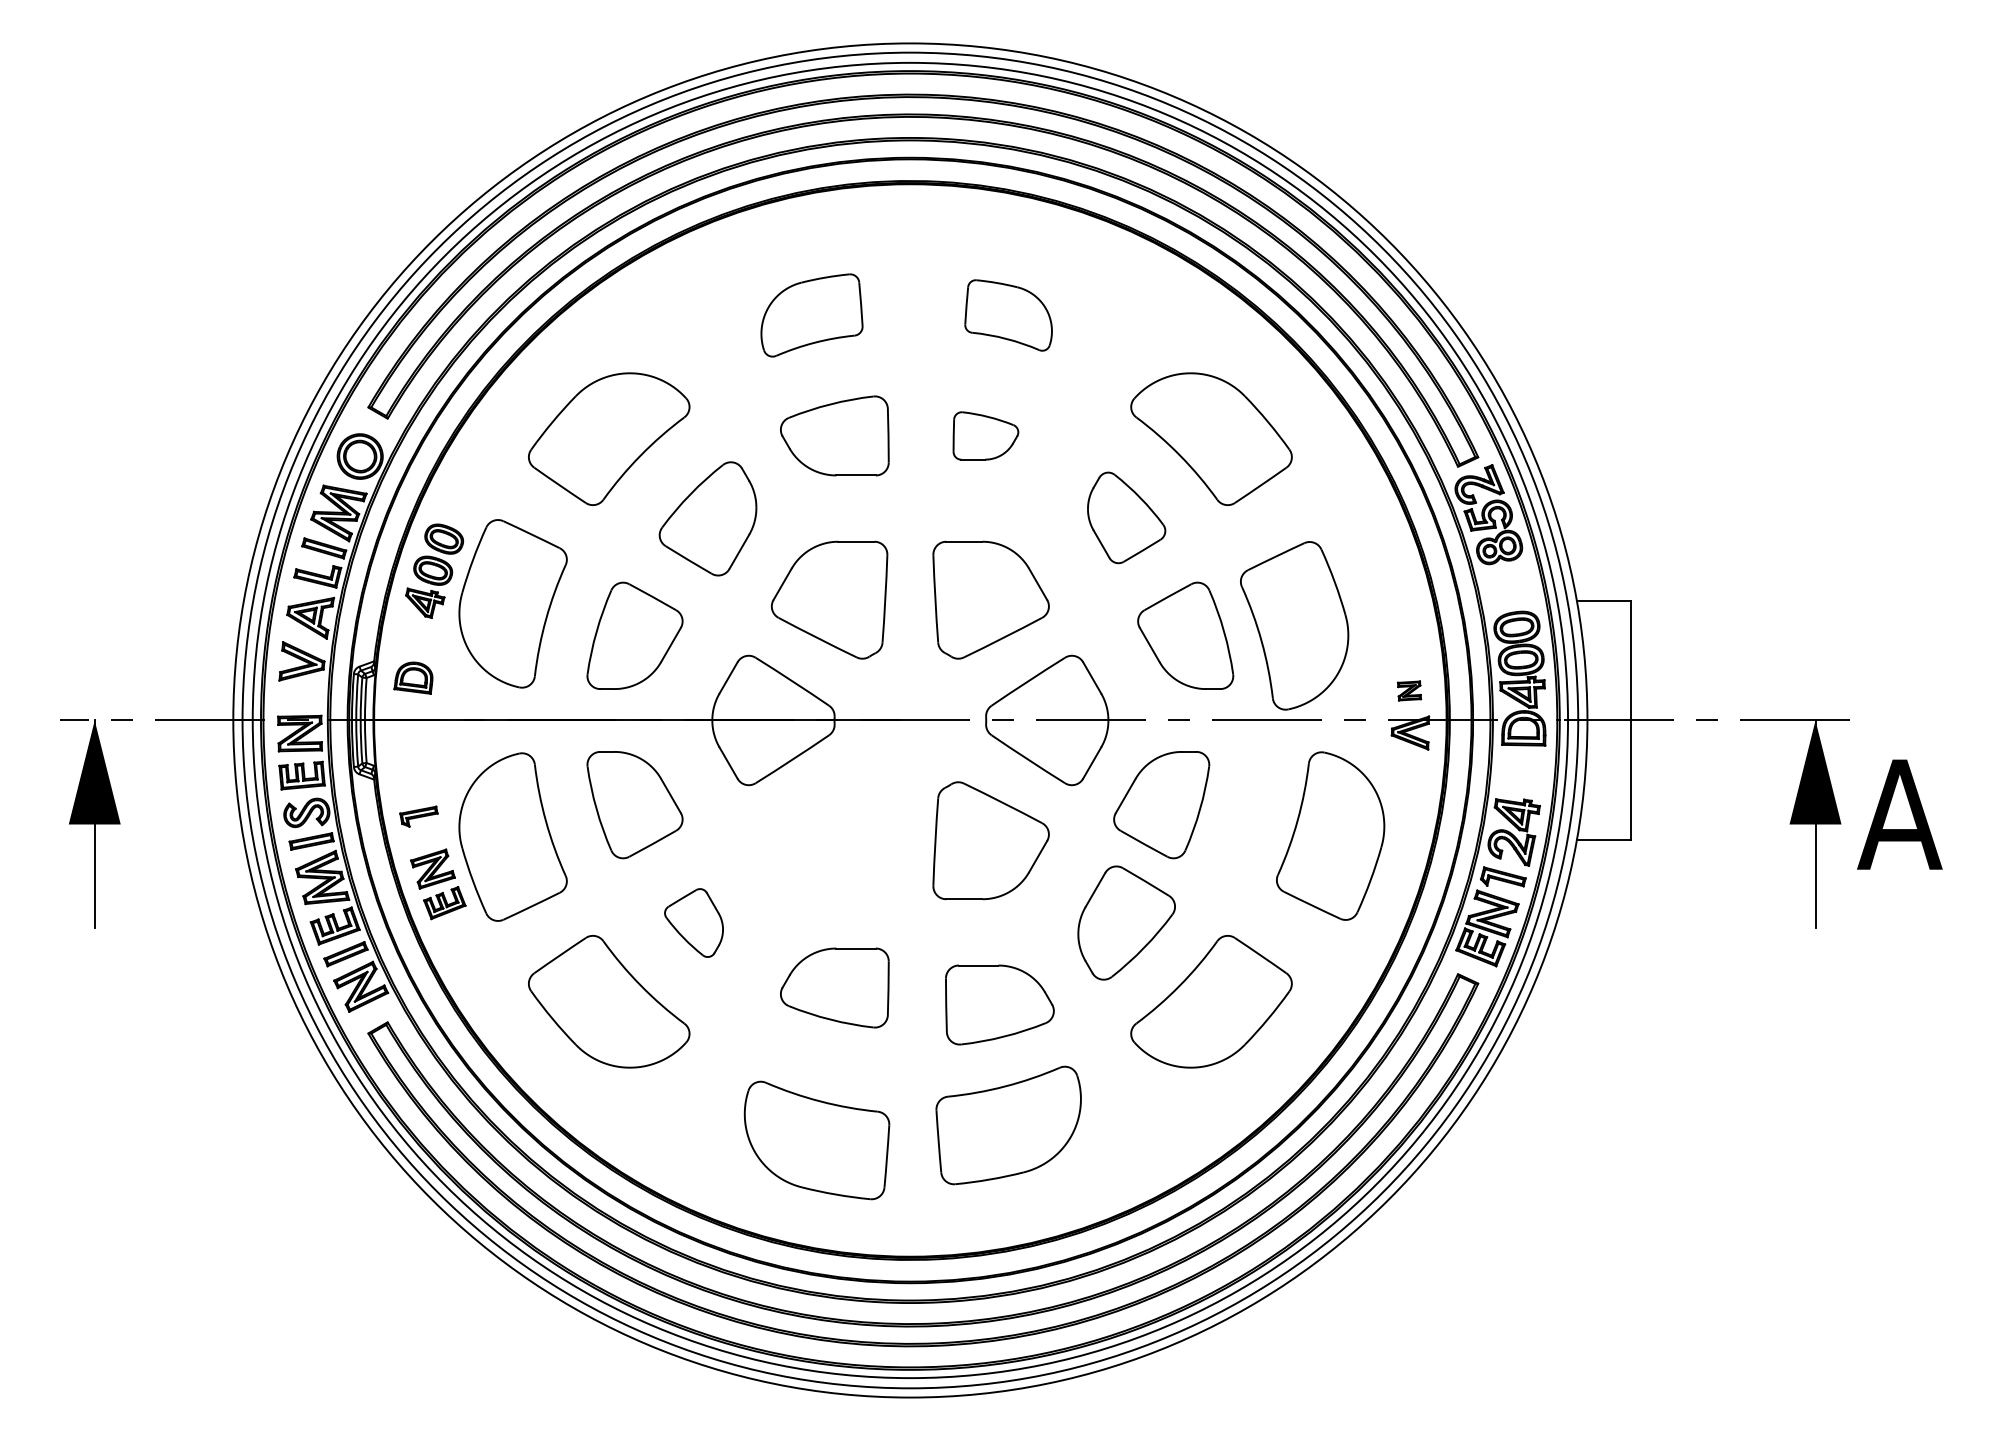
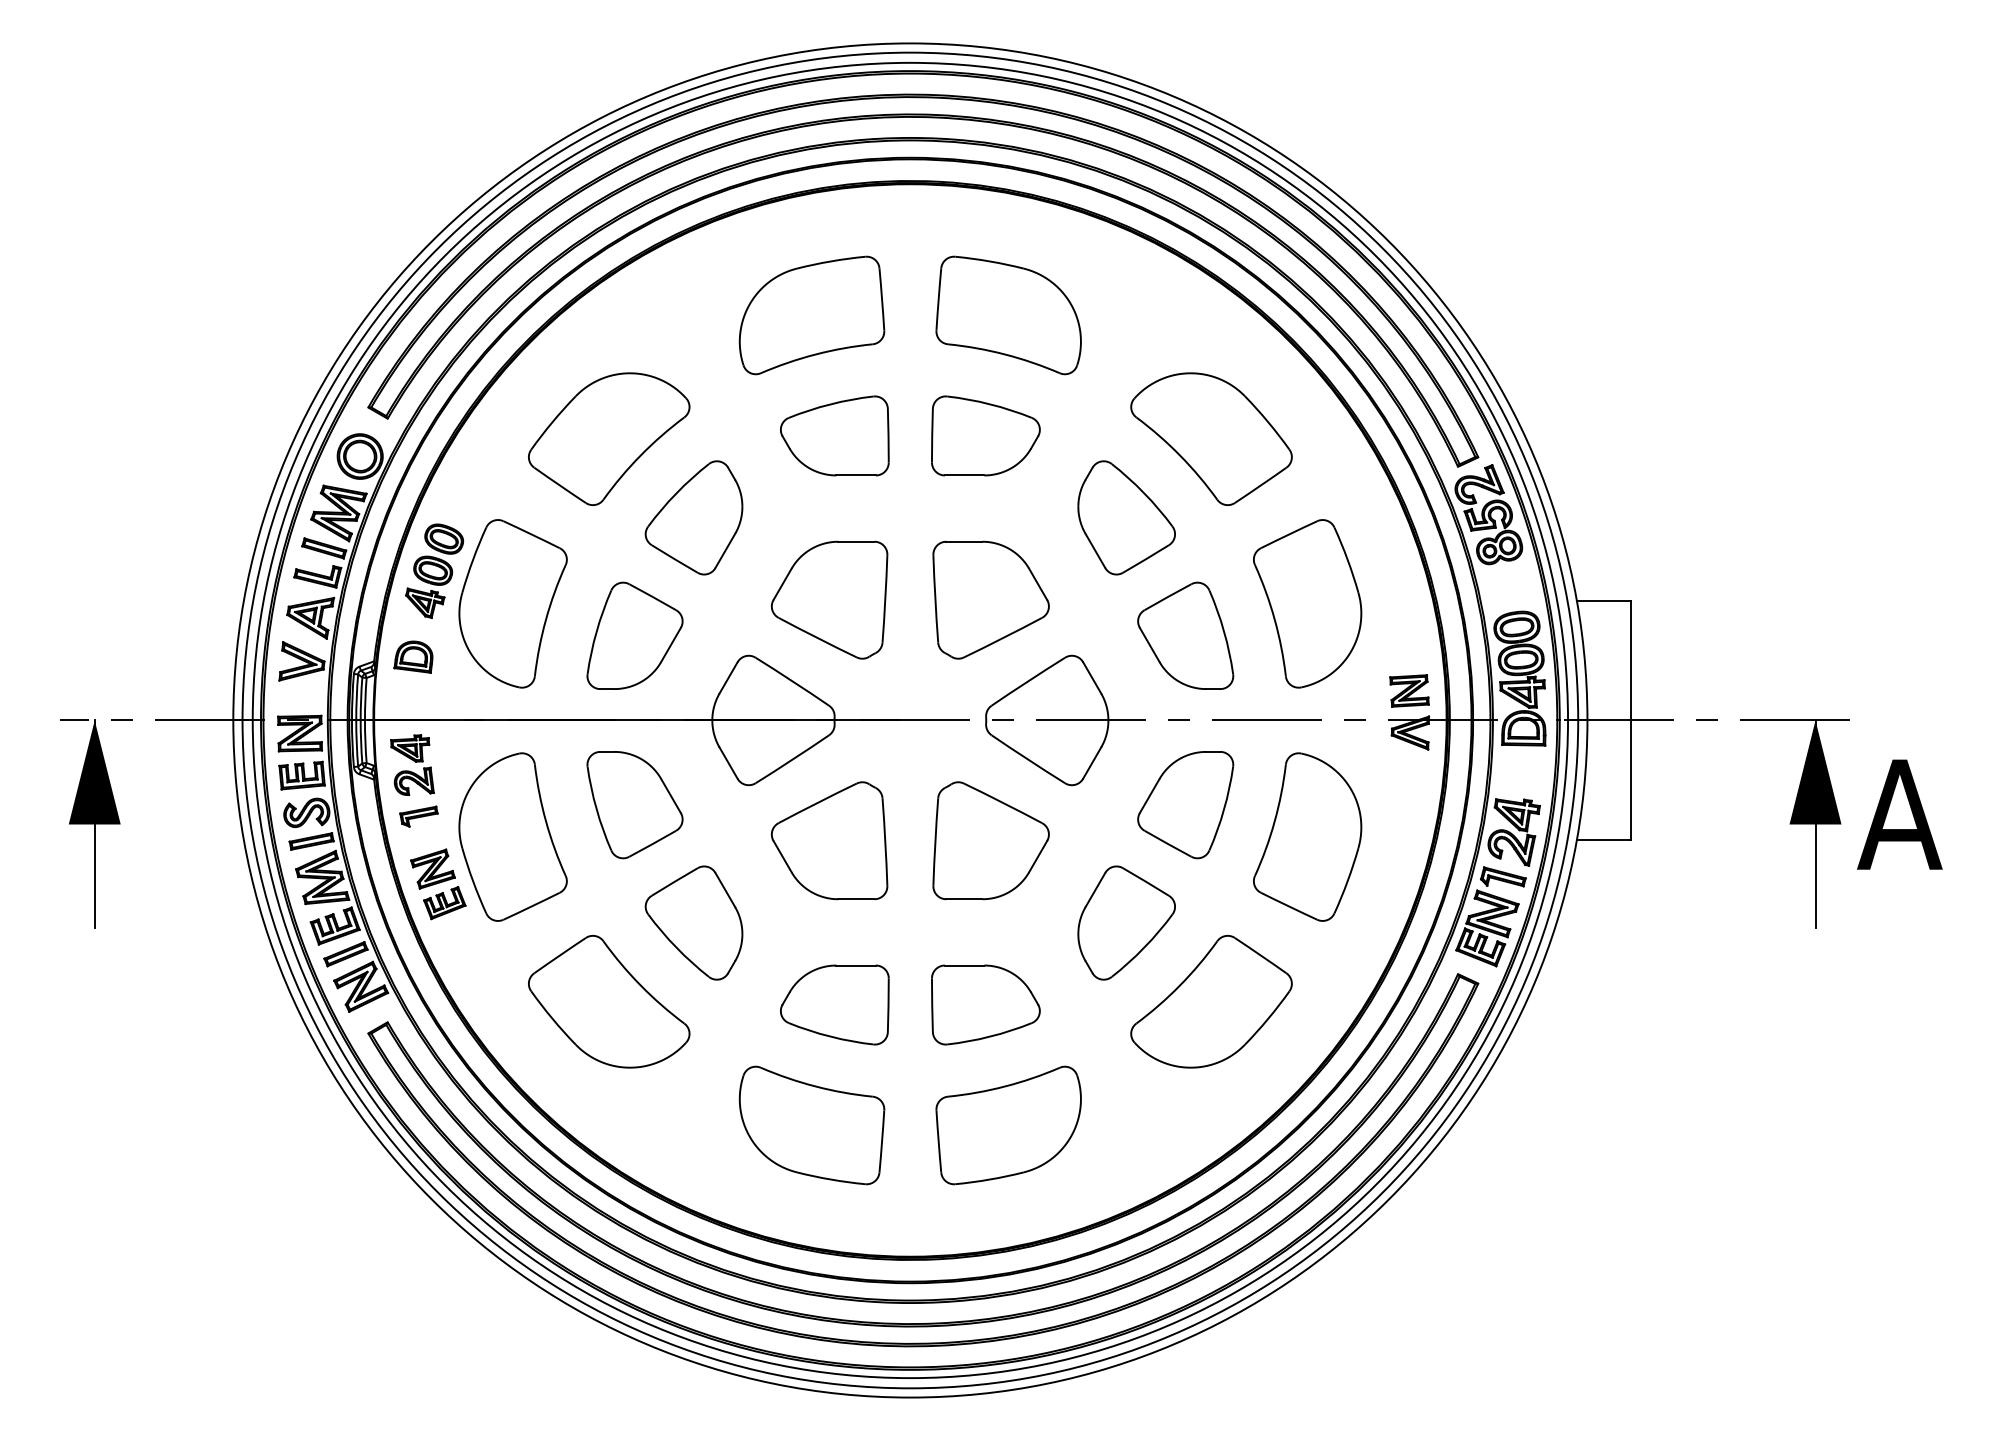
part at (811, 315) size: 104x85 px -> 148x121 px
part at (1008, 315) size: 89x73 px -> 147x121 px
part at (985, 435) size: 68x50 px -> 110x82 px
part at (1126, 517) size: 80x94 px -> 99x116 px
part at (707, 518) position: (707, 518) -> (693, 517)
part at (1294, 625) position: (1294, 625) -> (1307, 603)
part at (413, 677) position: (413, 677) -> (413, 656)
part at (1409, 690) size: 26x22 px -> 41x34 px
part at (412, 764): none -> present
part at (1161, 805) position: (1161, 805) -> (1185, 805)
part at (1330, 835) position: (1330, 835) -> (1307, 836)
part at (829, 840): none -> present
part at (693, 922) size: 60x70 px -> 100x116 px
part at (834, 987) position: (834, 987) -> (834, 1004)
part at (999, 1004) position: (999, 1004) -> (985, 1004)
part at (816, 1140) position: (816, 1140) -> (811, 1125)
